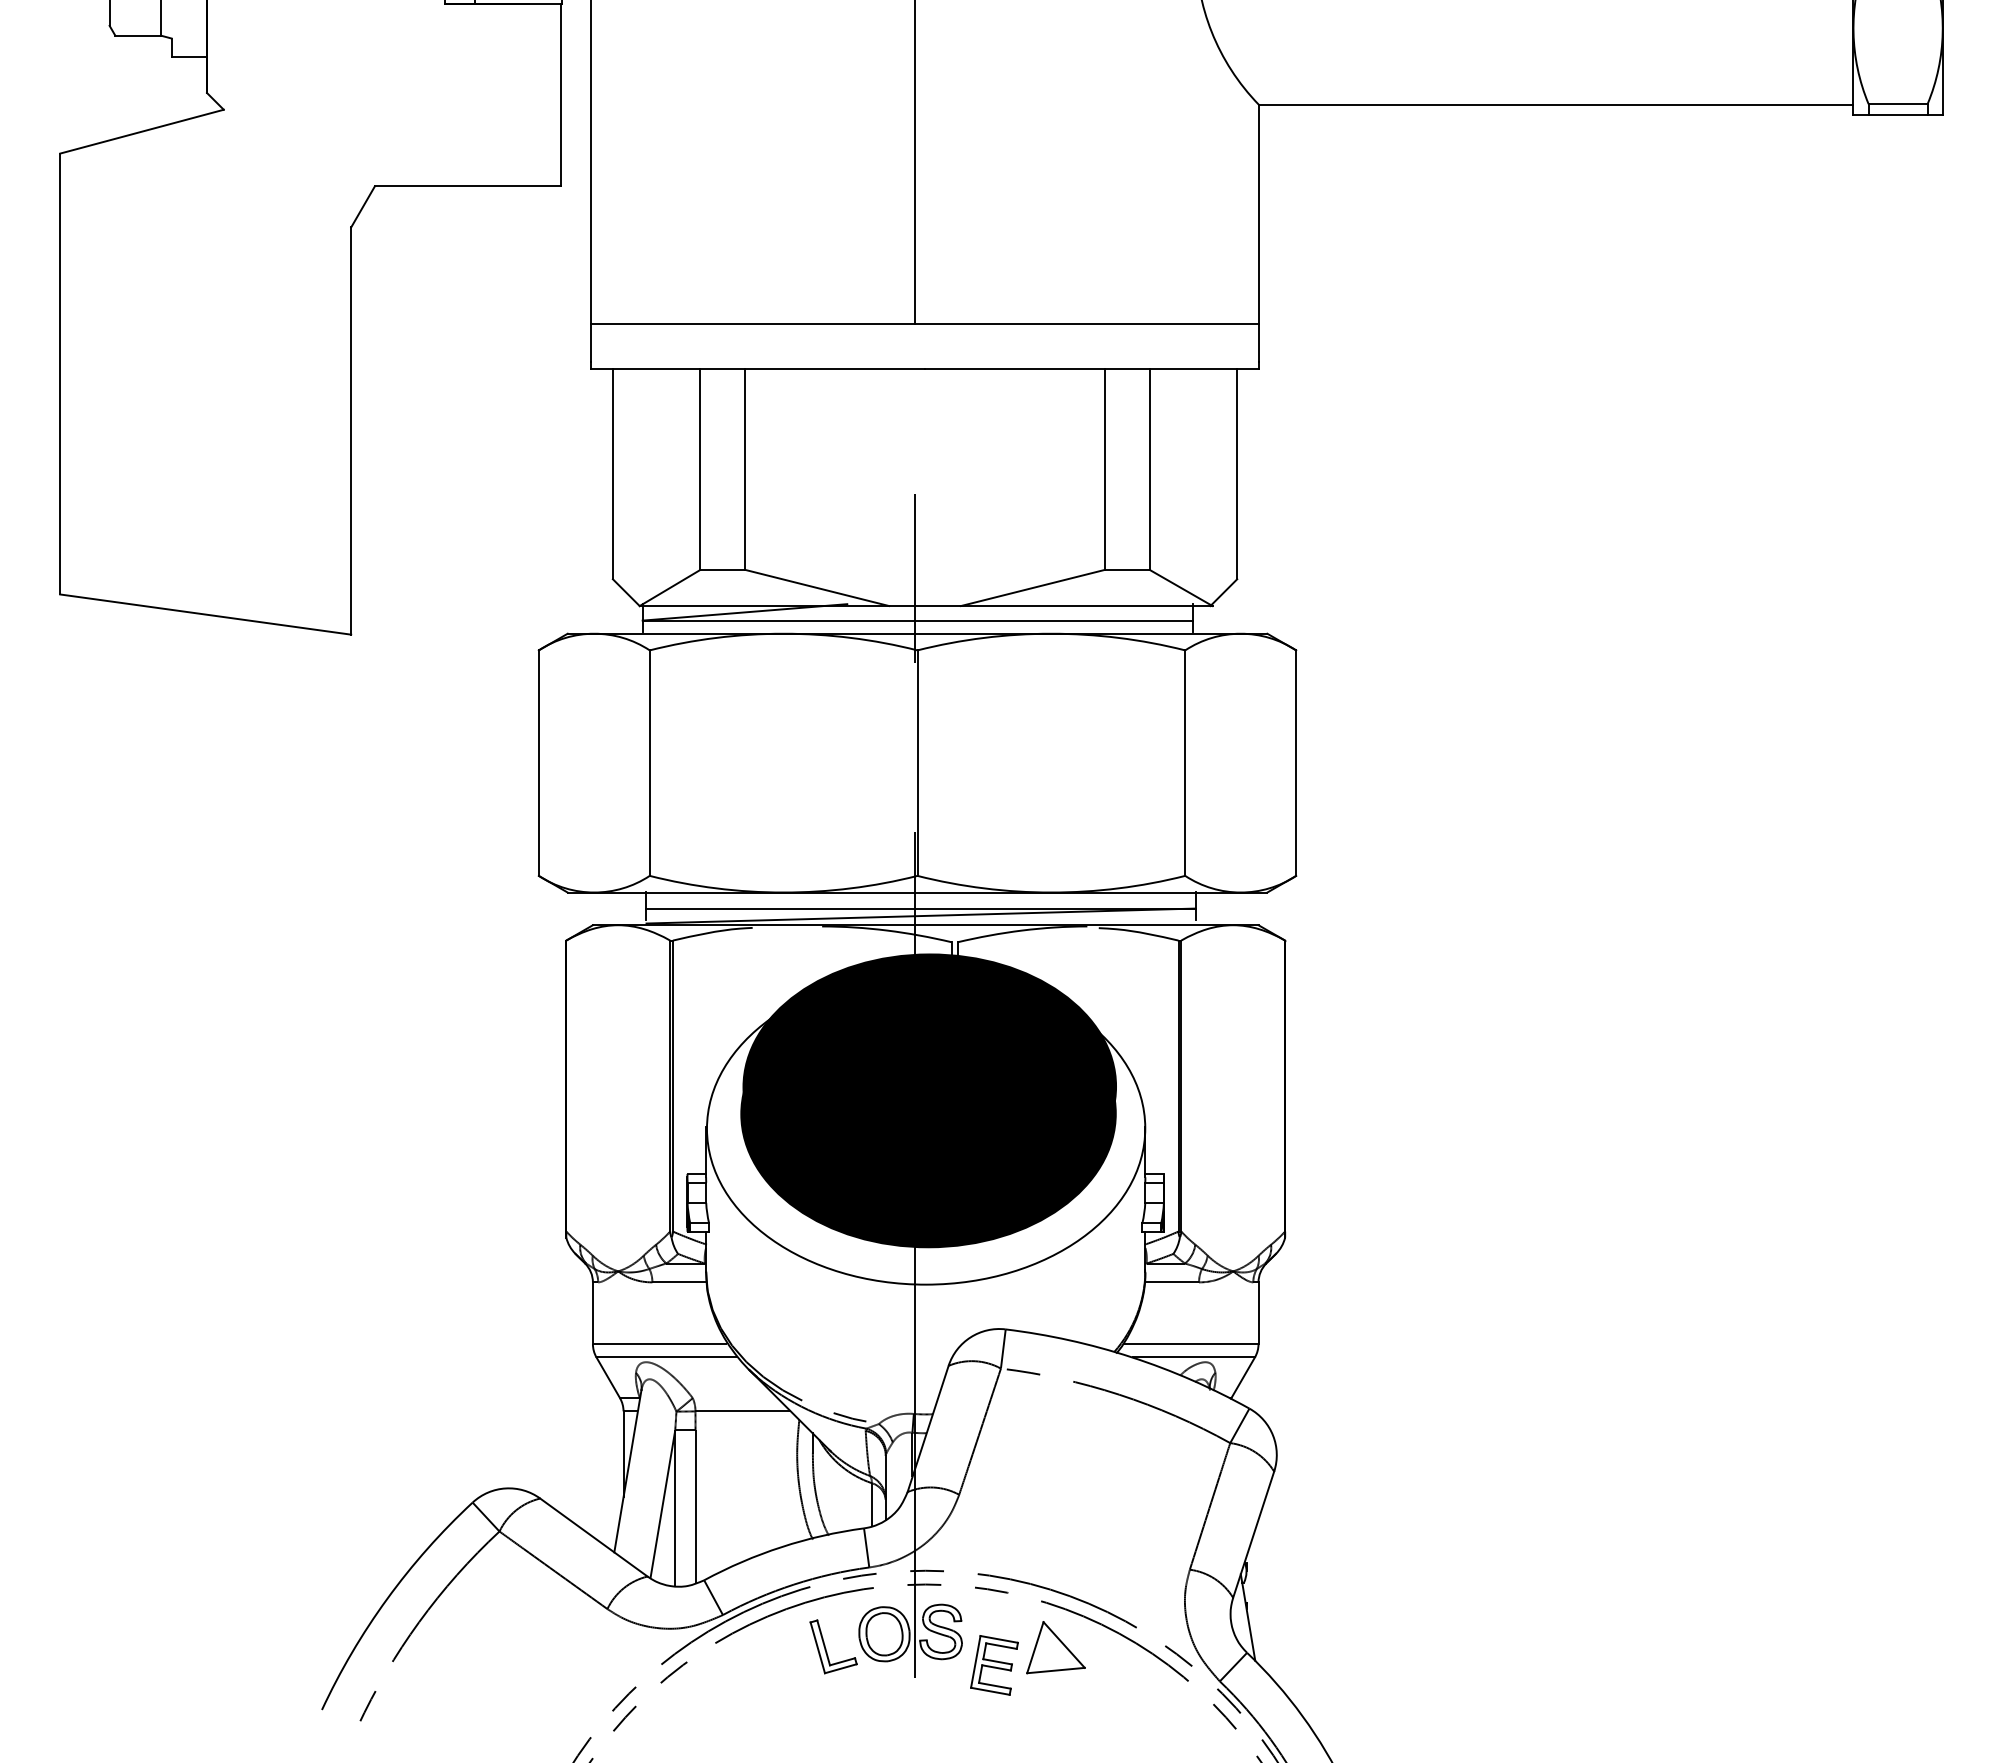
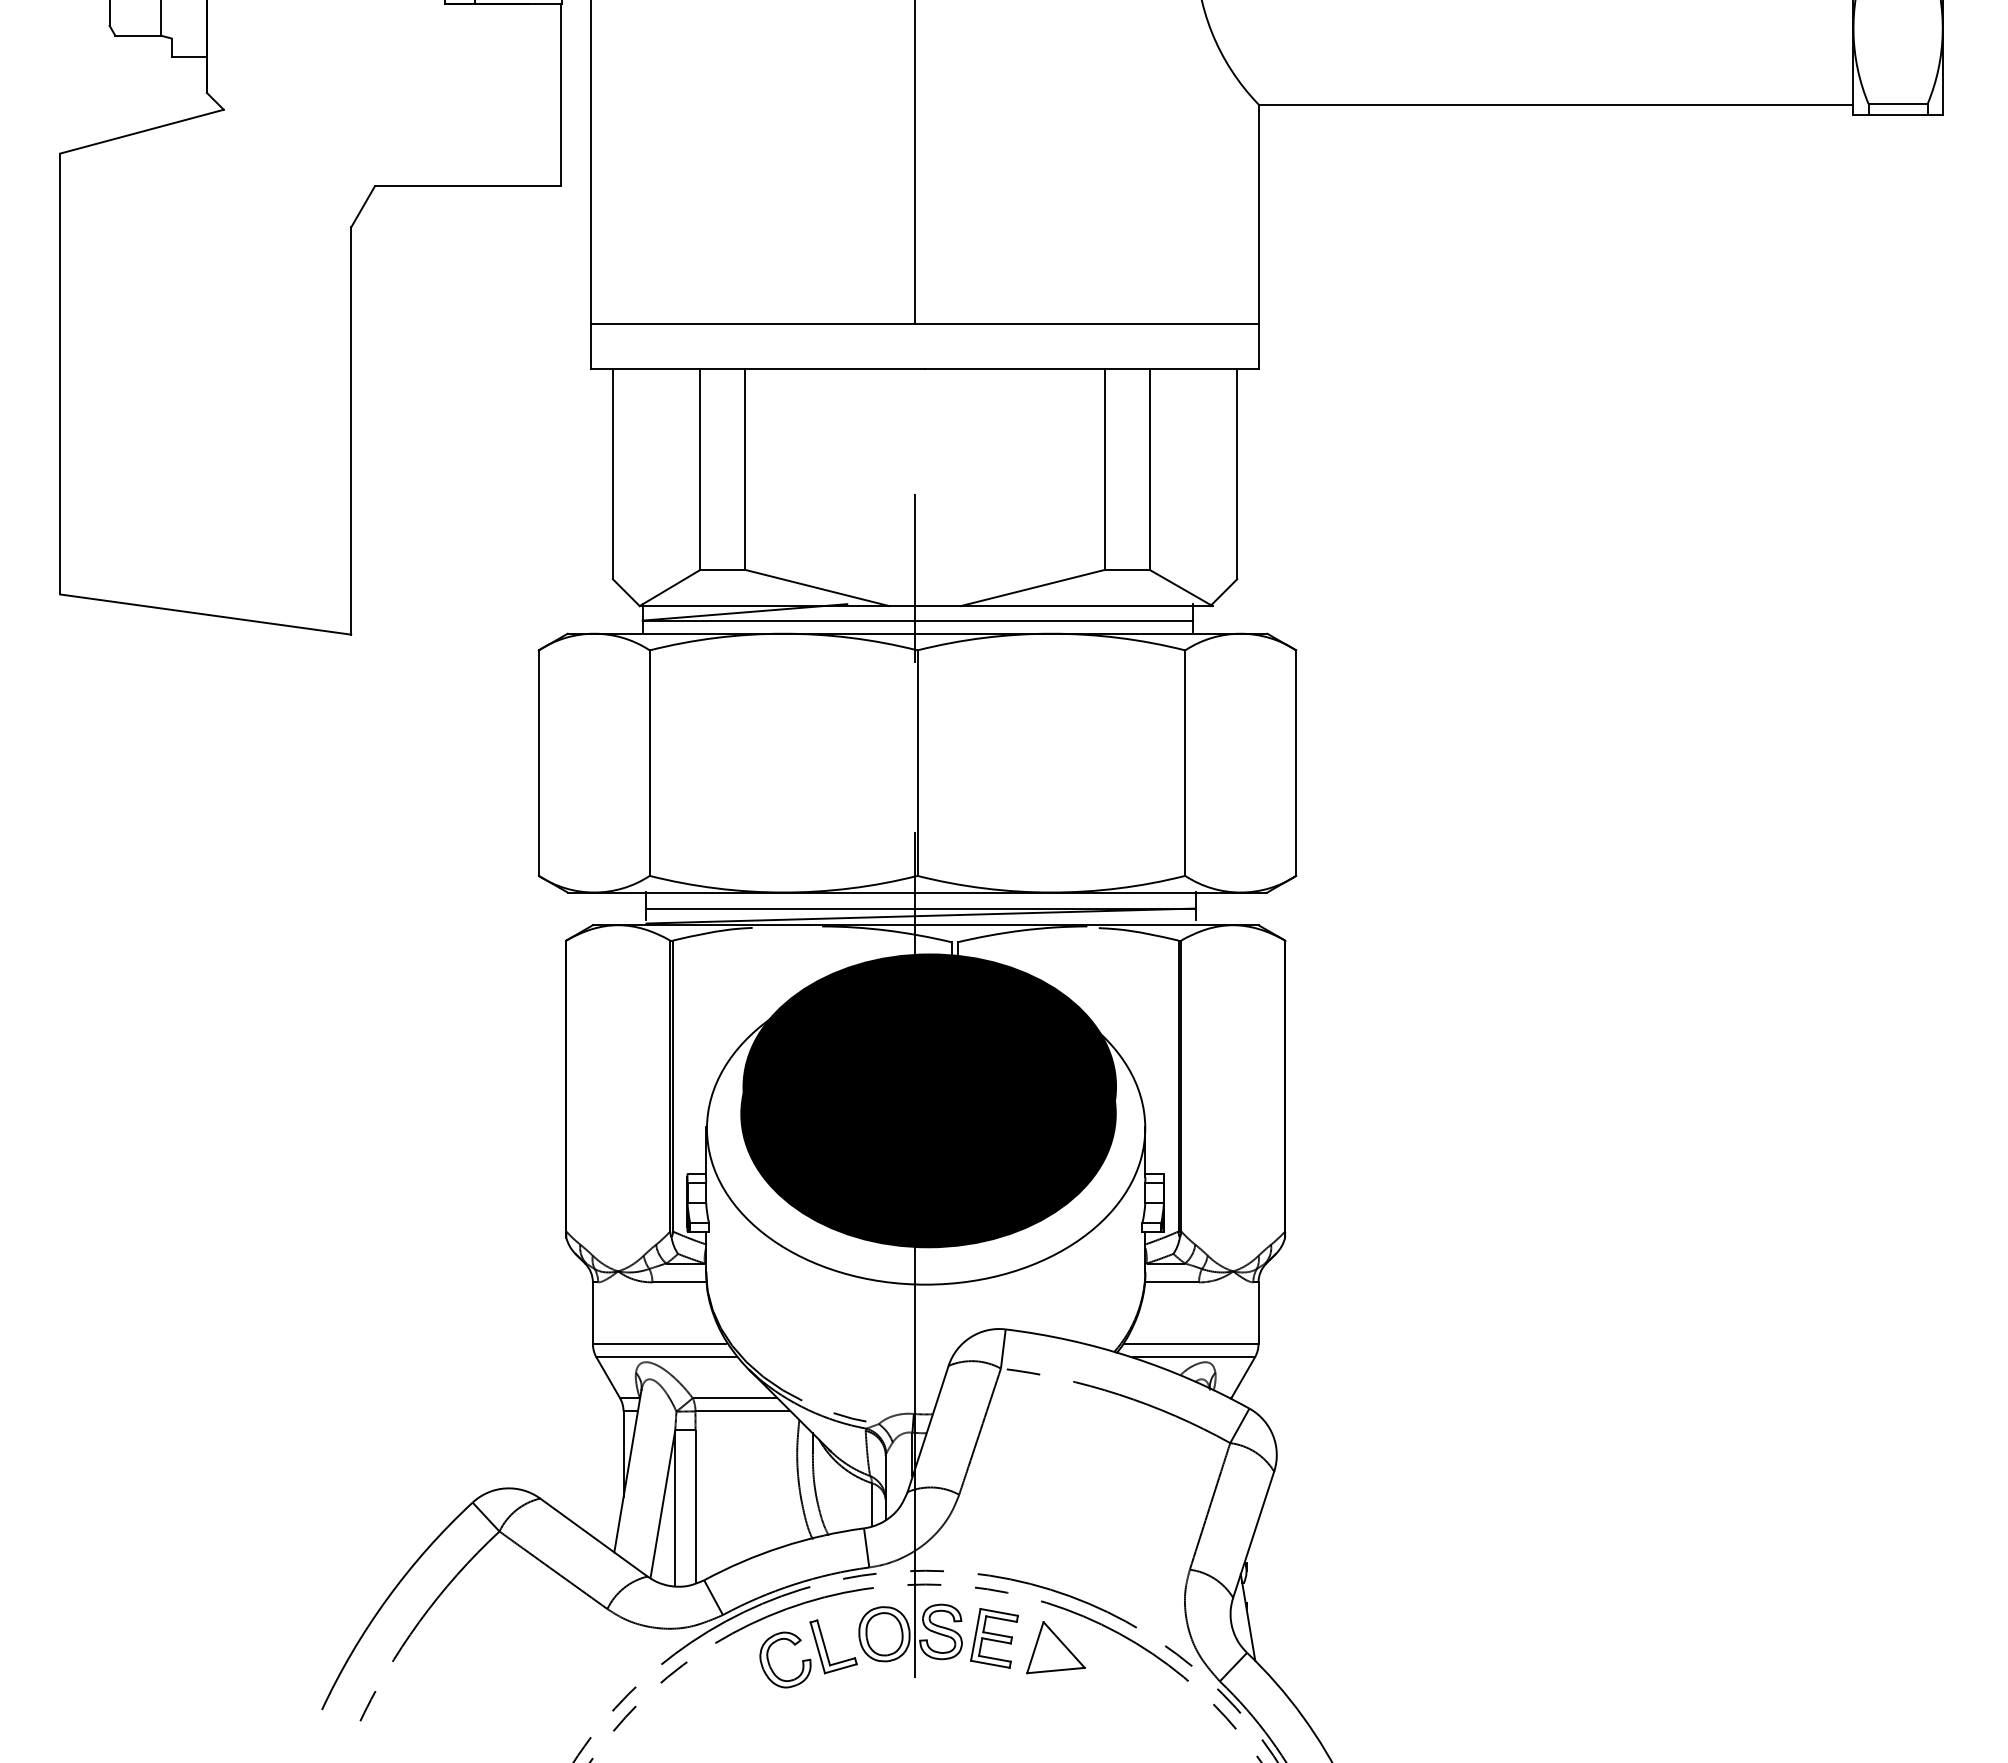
line at (734, 1398): none -> present
part at (770, 1664): none -> present
part at (994, 1665) position: (994, 1665) -> (994, 1638)
